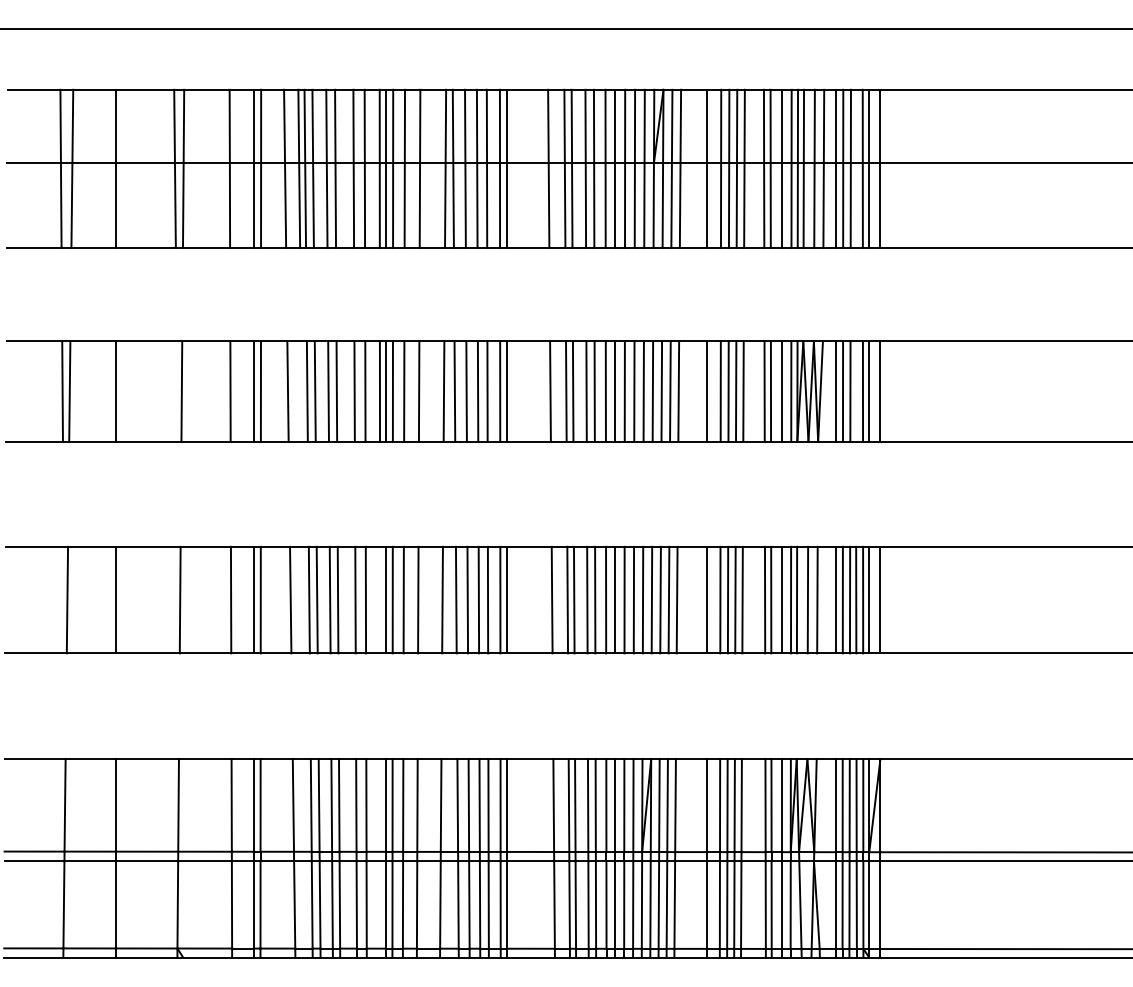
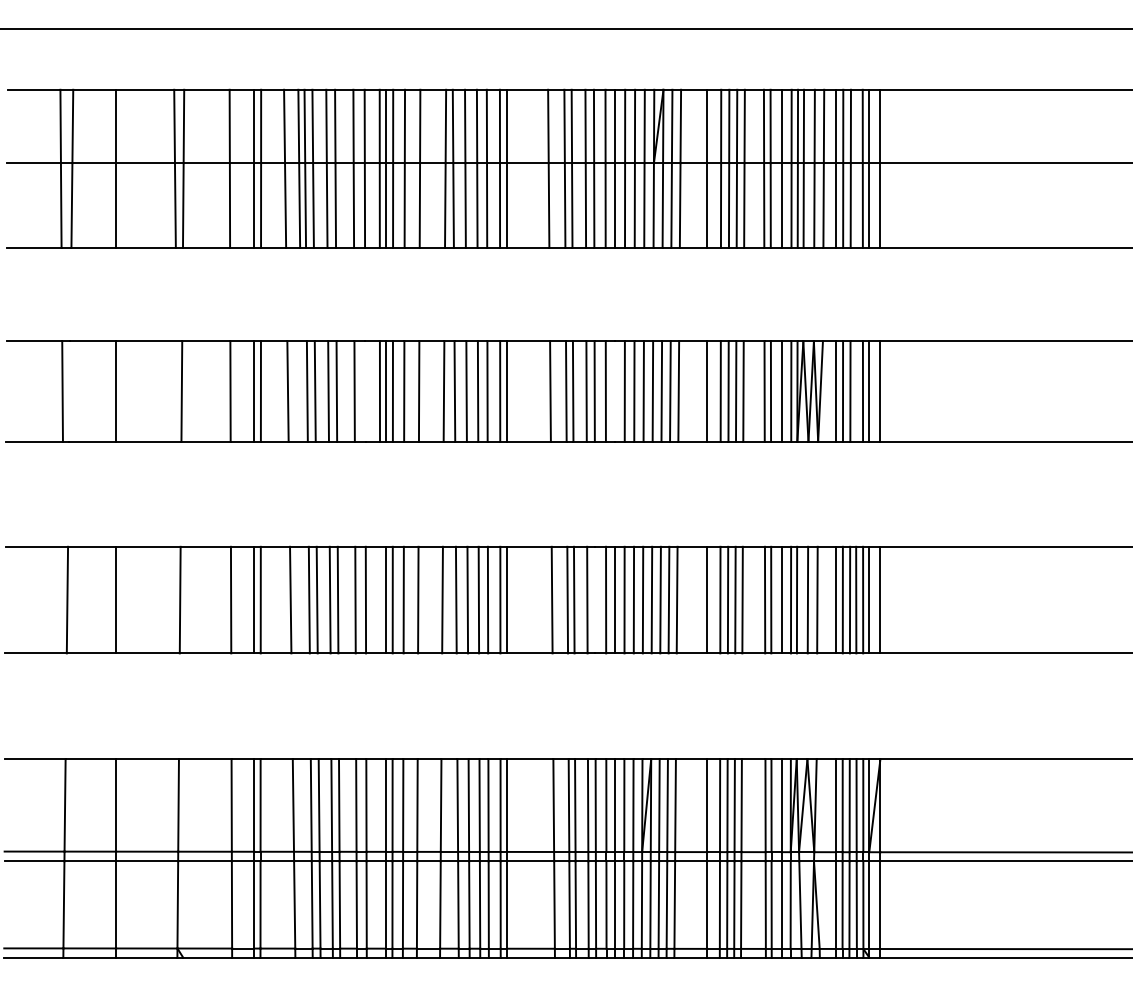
line at (69, 391): present -> none
line at (365, 391): present -> none
line at (615, 391): present -> none
line at (595, 599): present -> none
